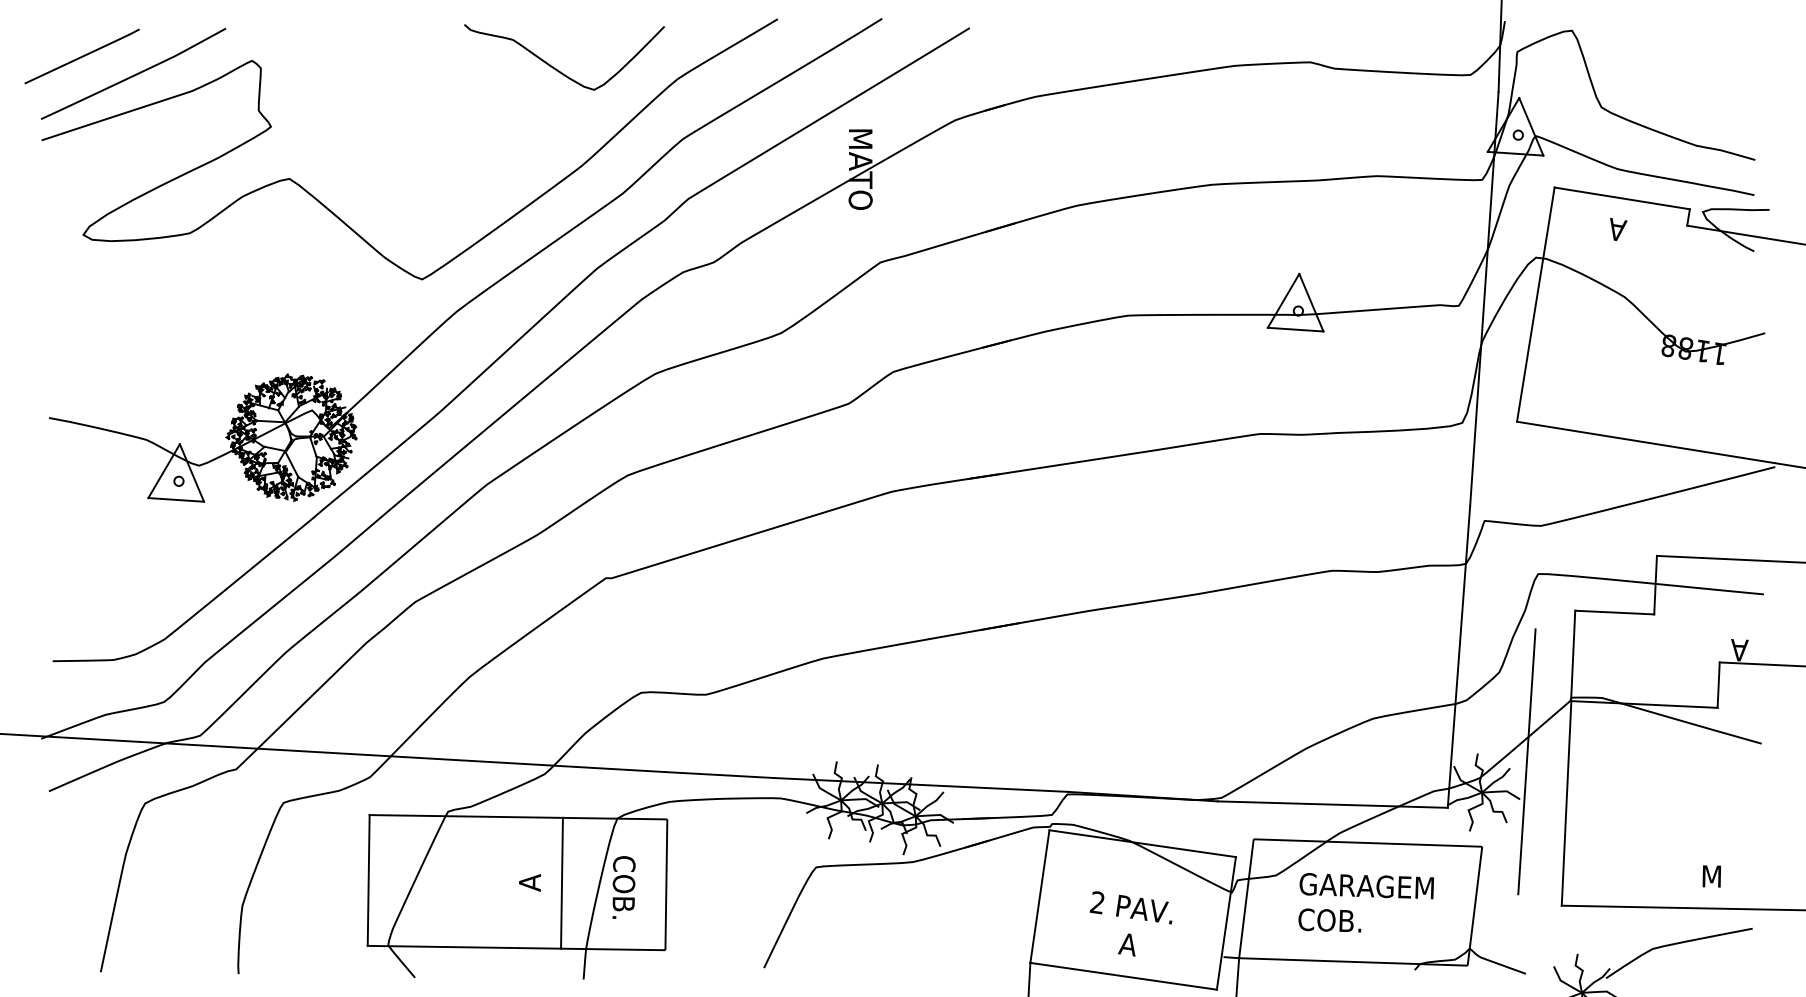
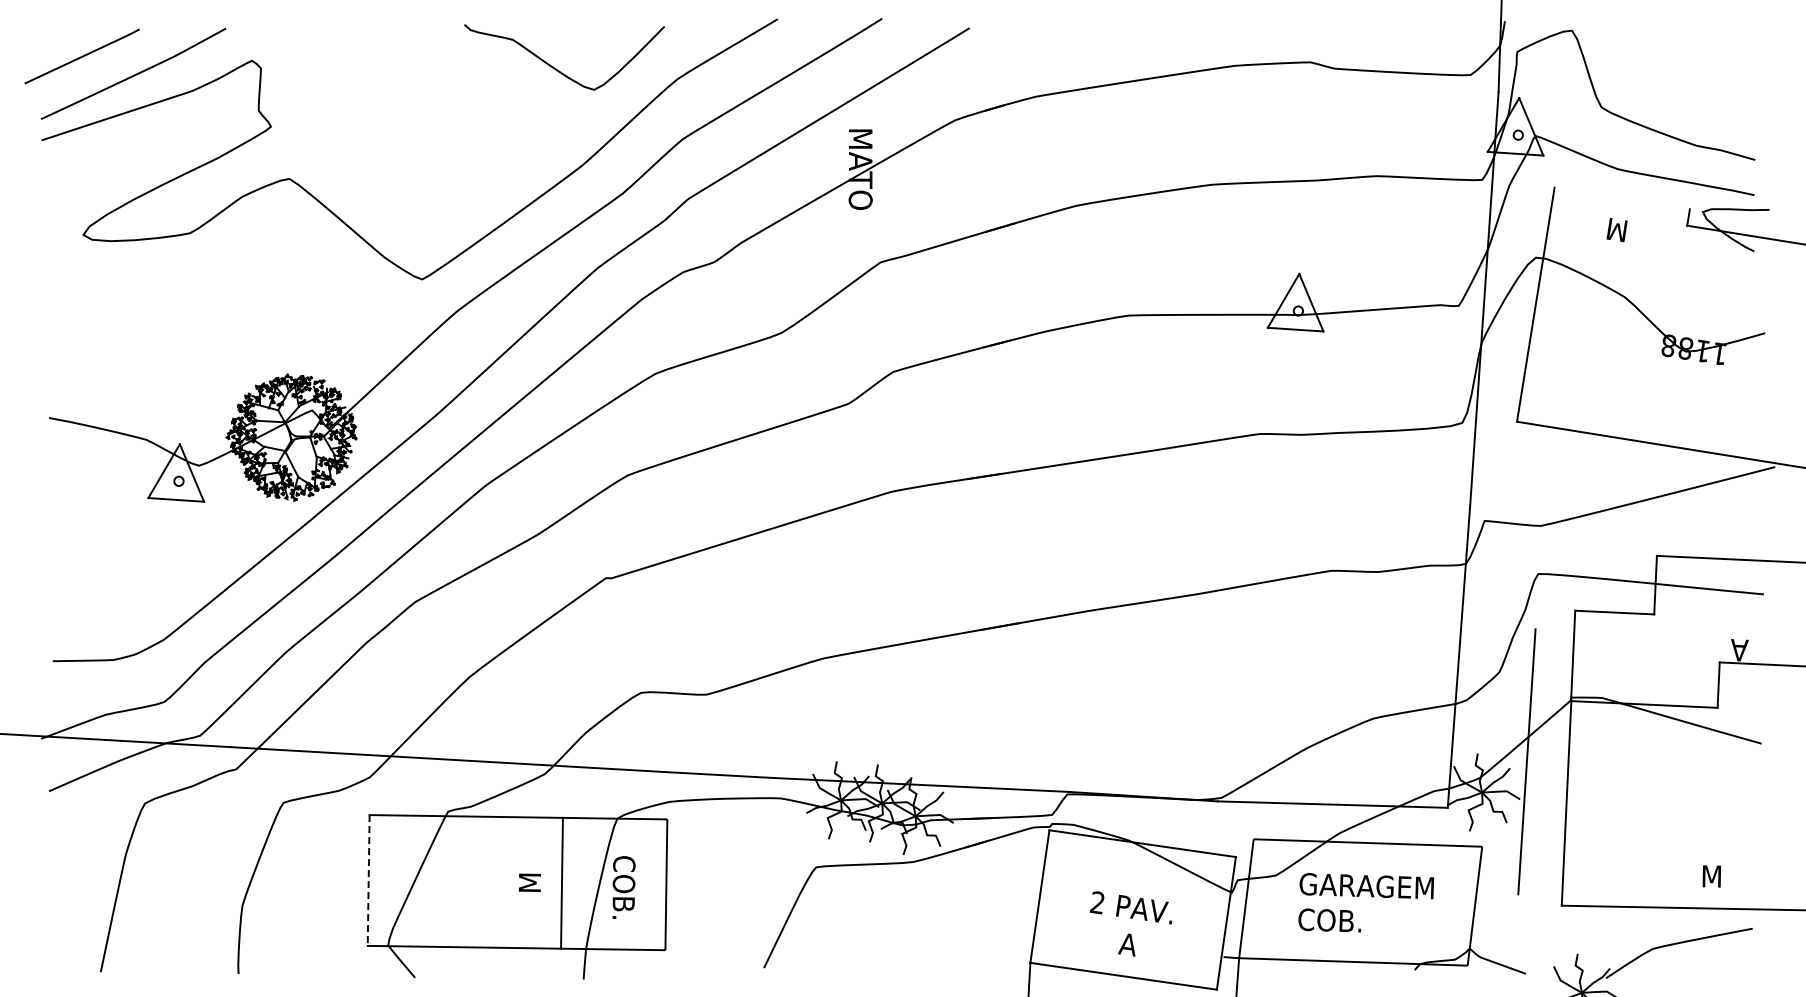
line at (1621, 198): present -> none
text at (1616, 230): A -> M
line at (368, 880): solid -> dashed
text at (529, 882): A -> M
